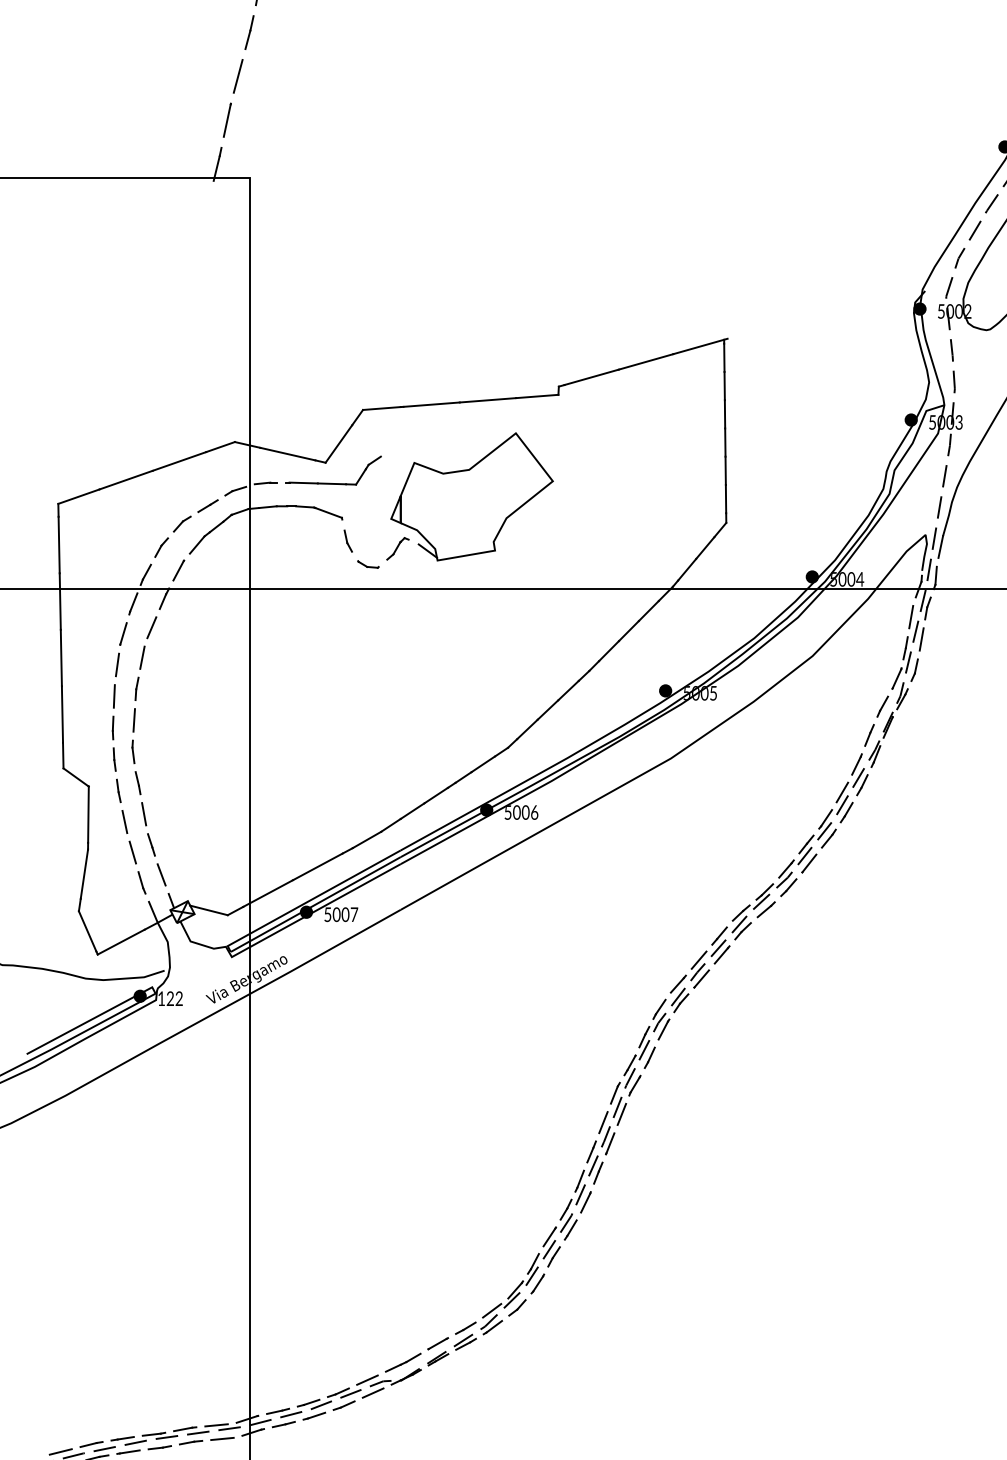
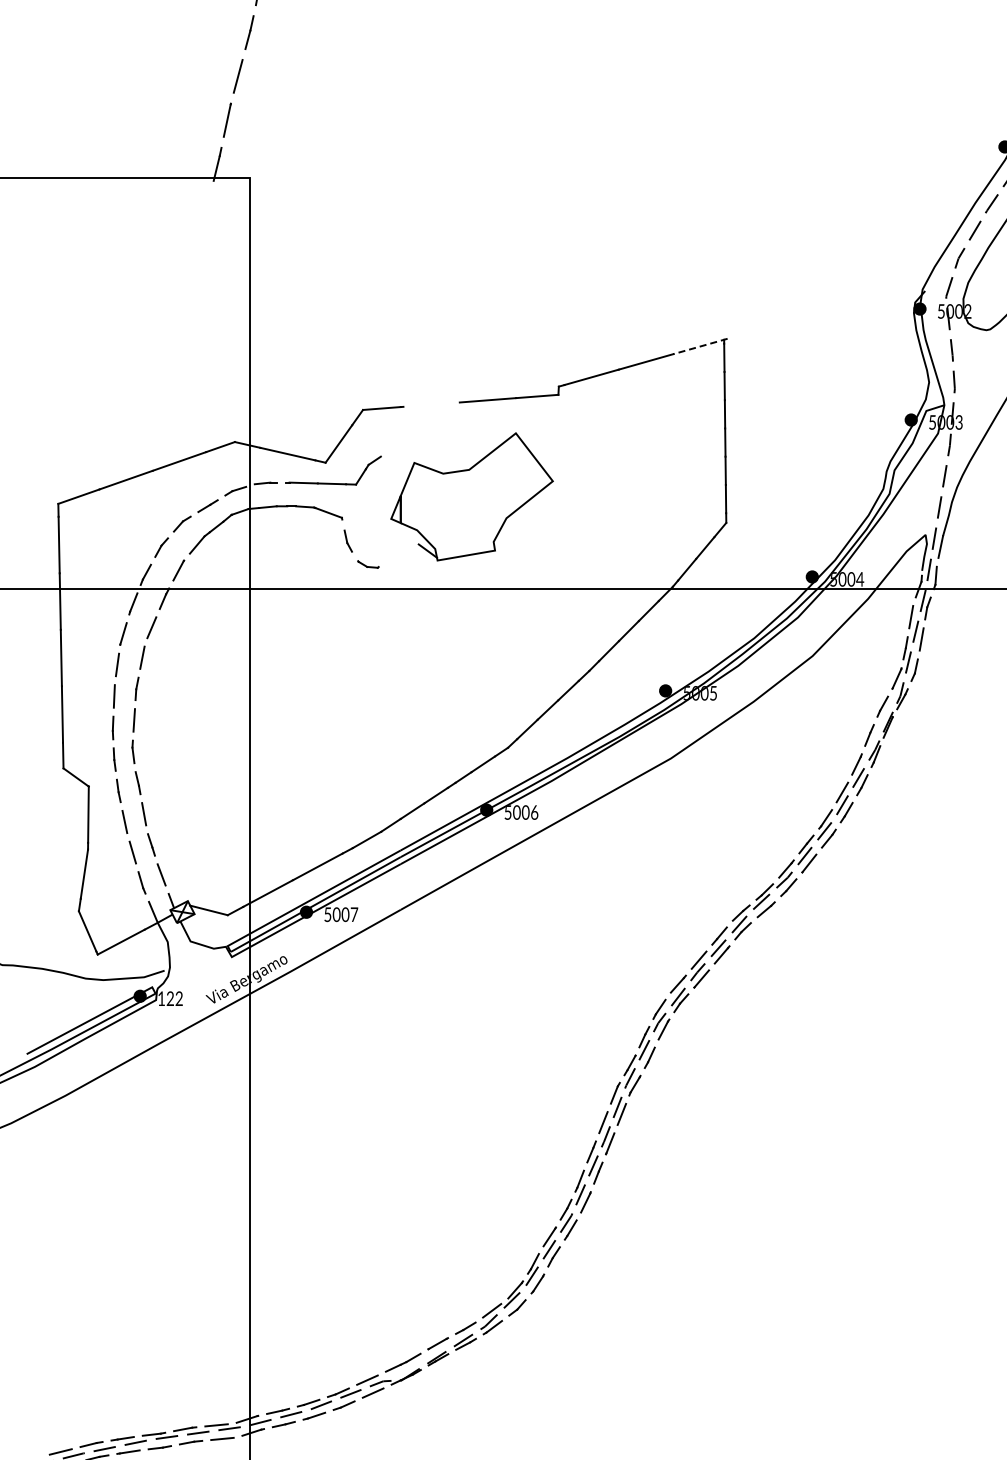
line at (699, 346): solid -> dashed
line at (431, 404): present -> none
part at (397, 548): present -> none
